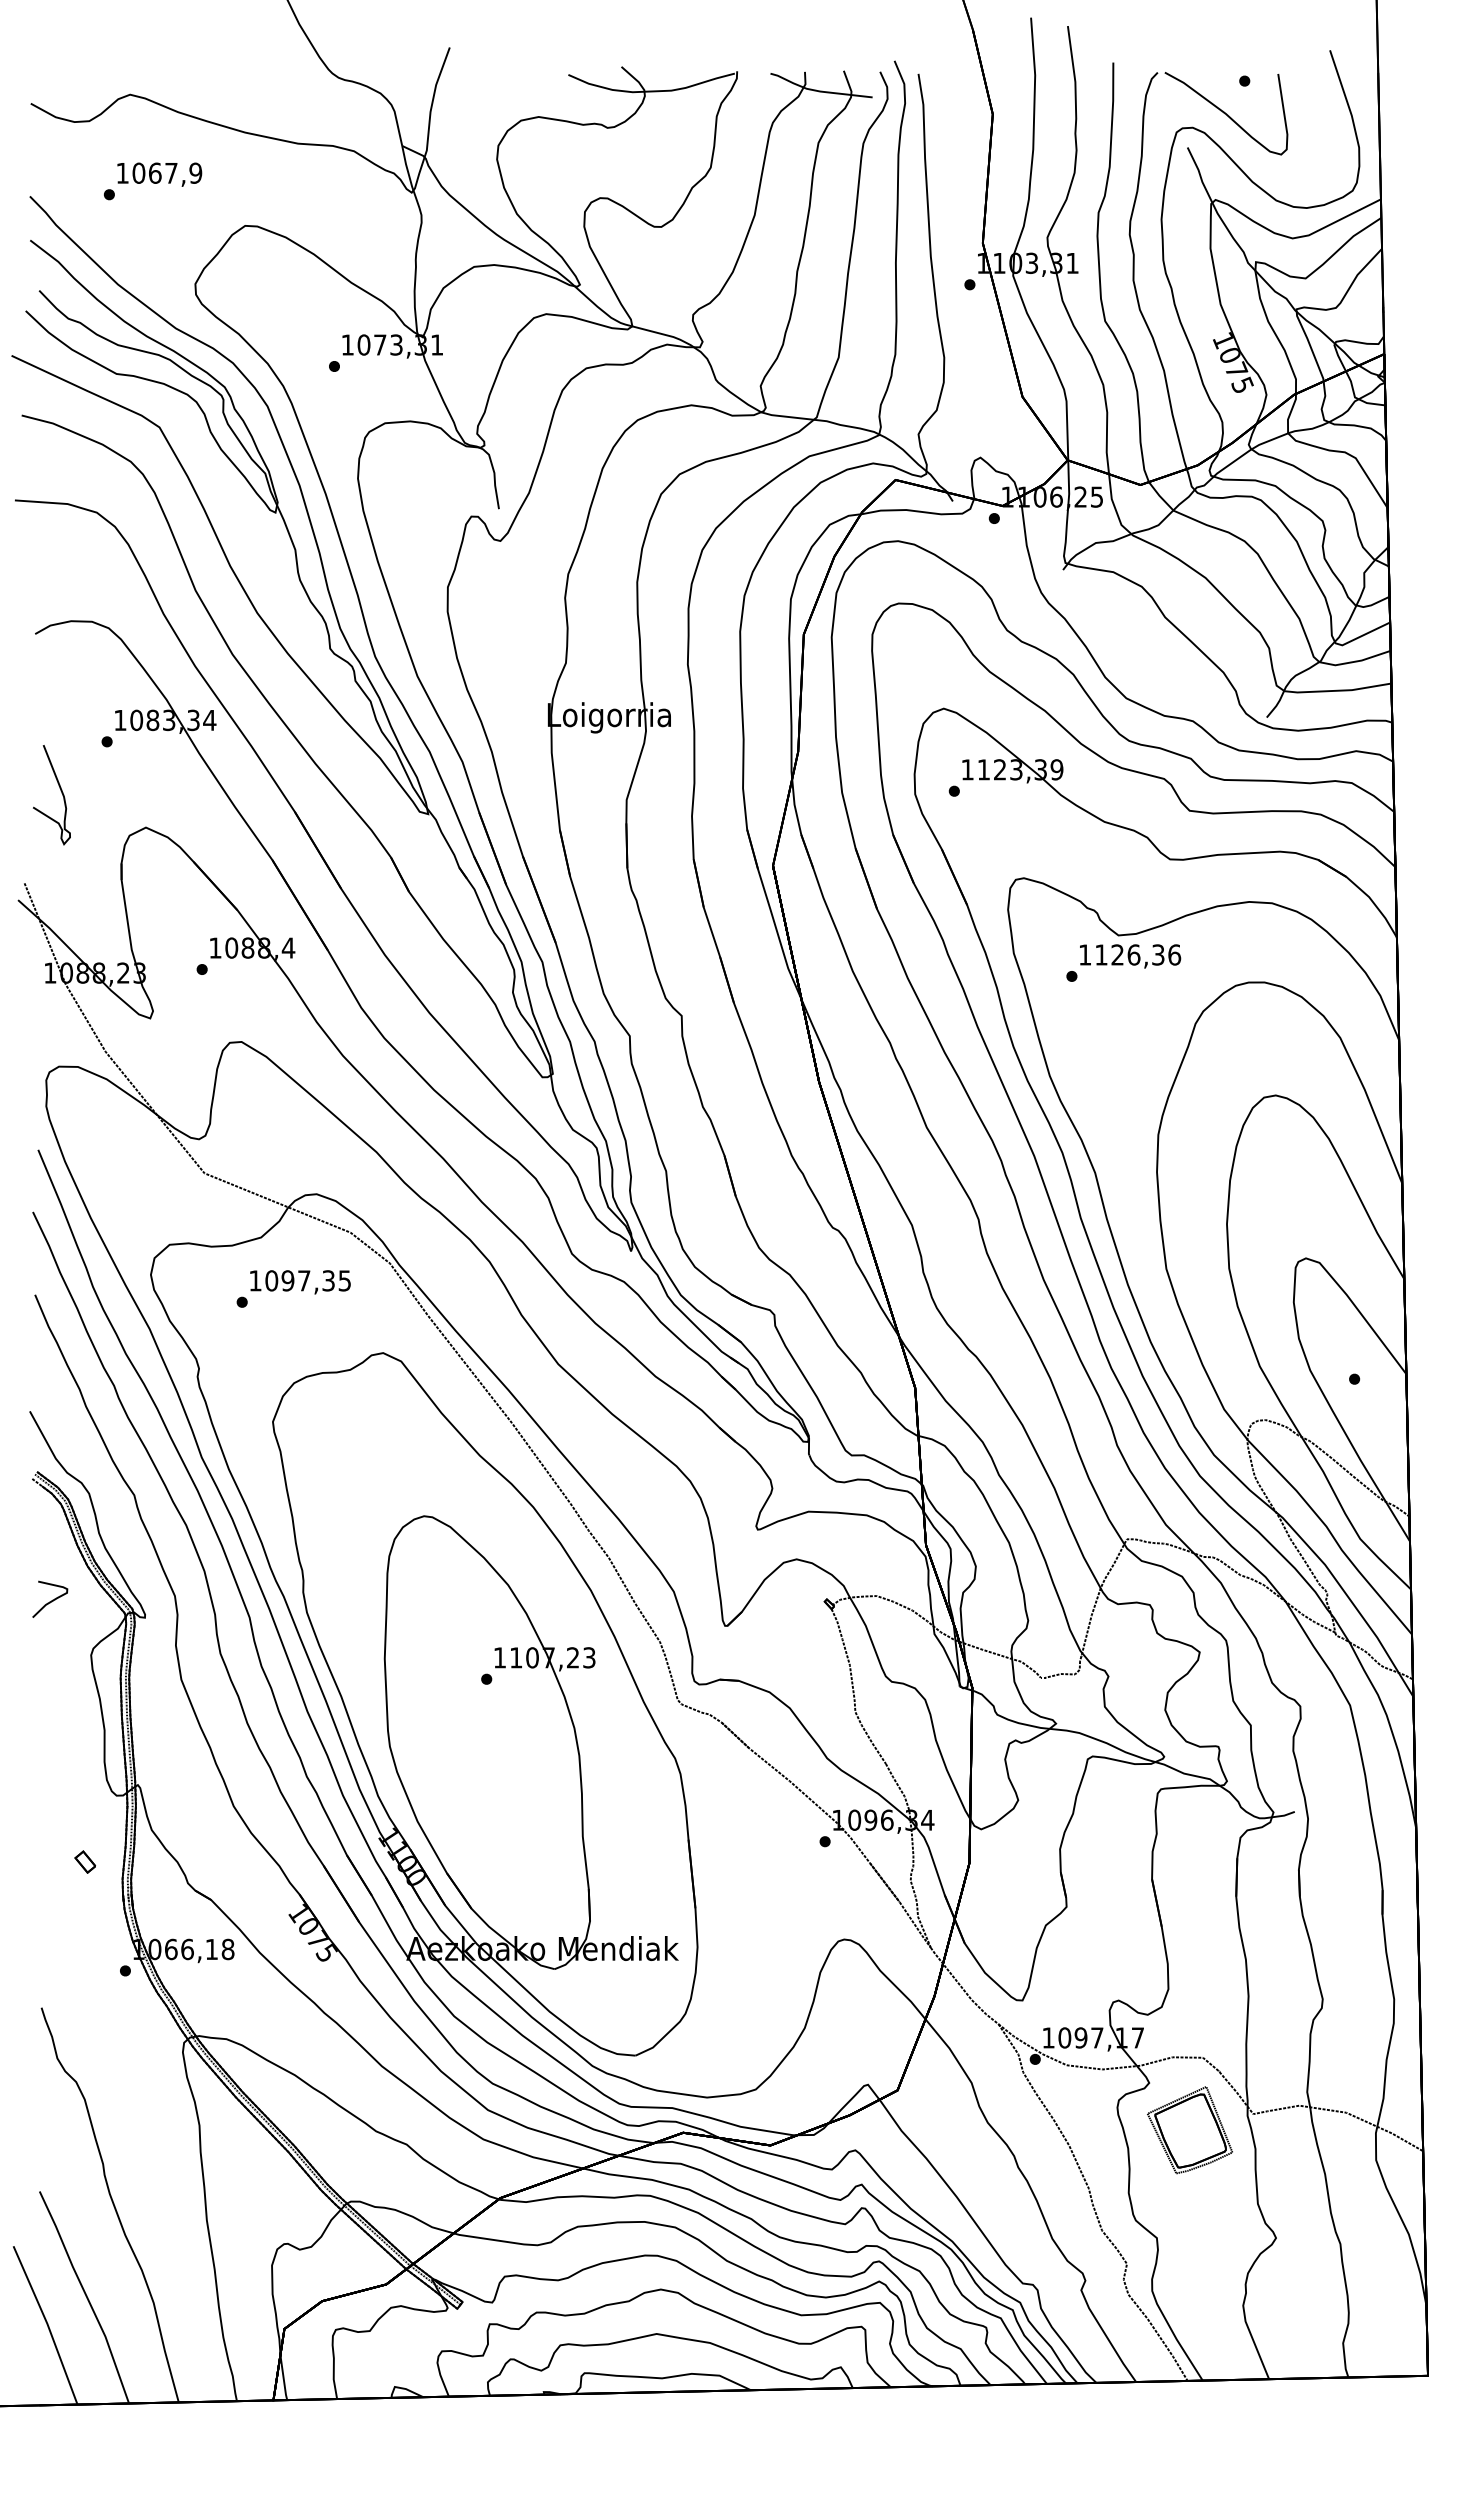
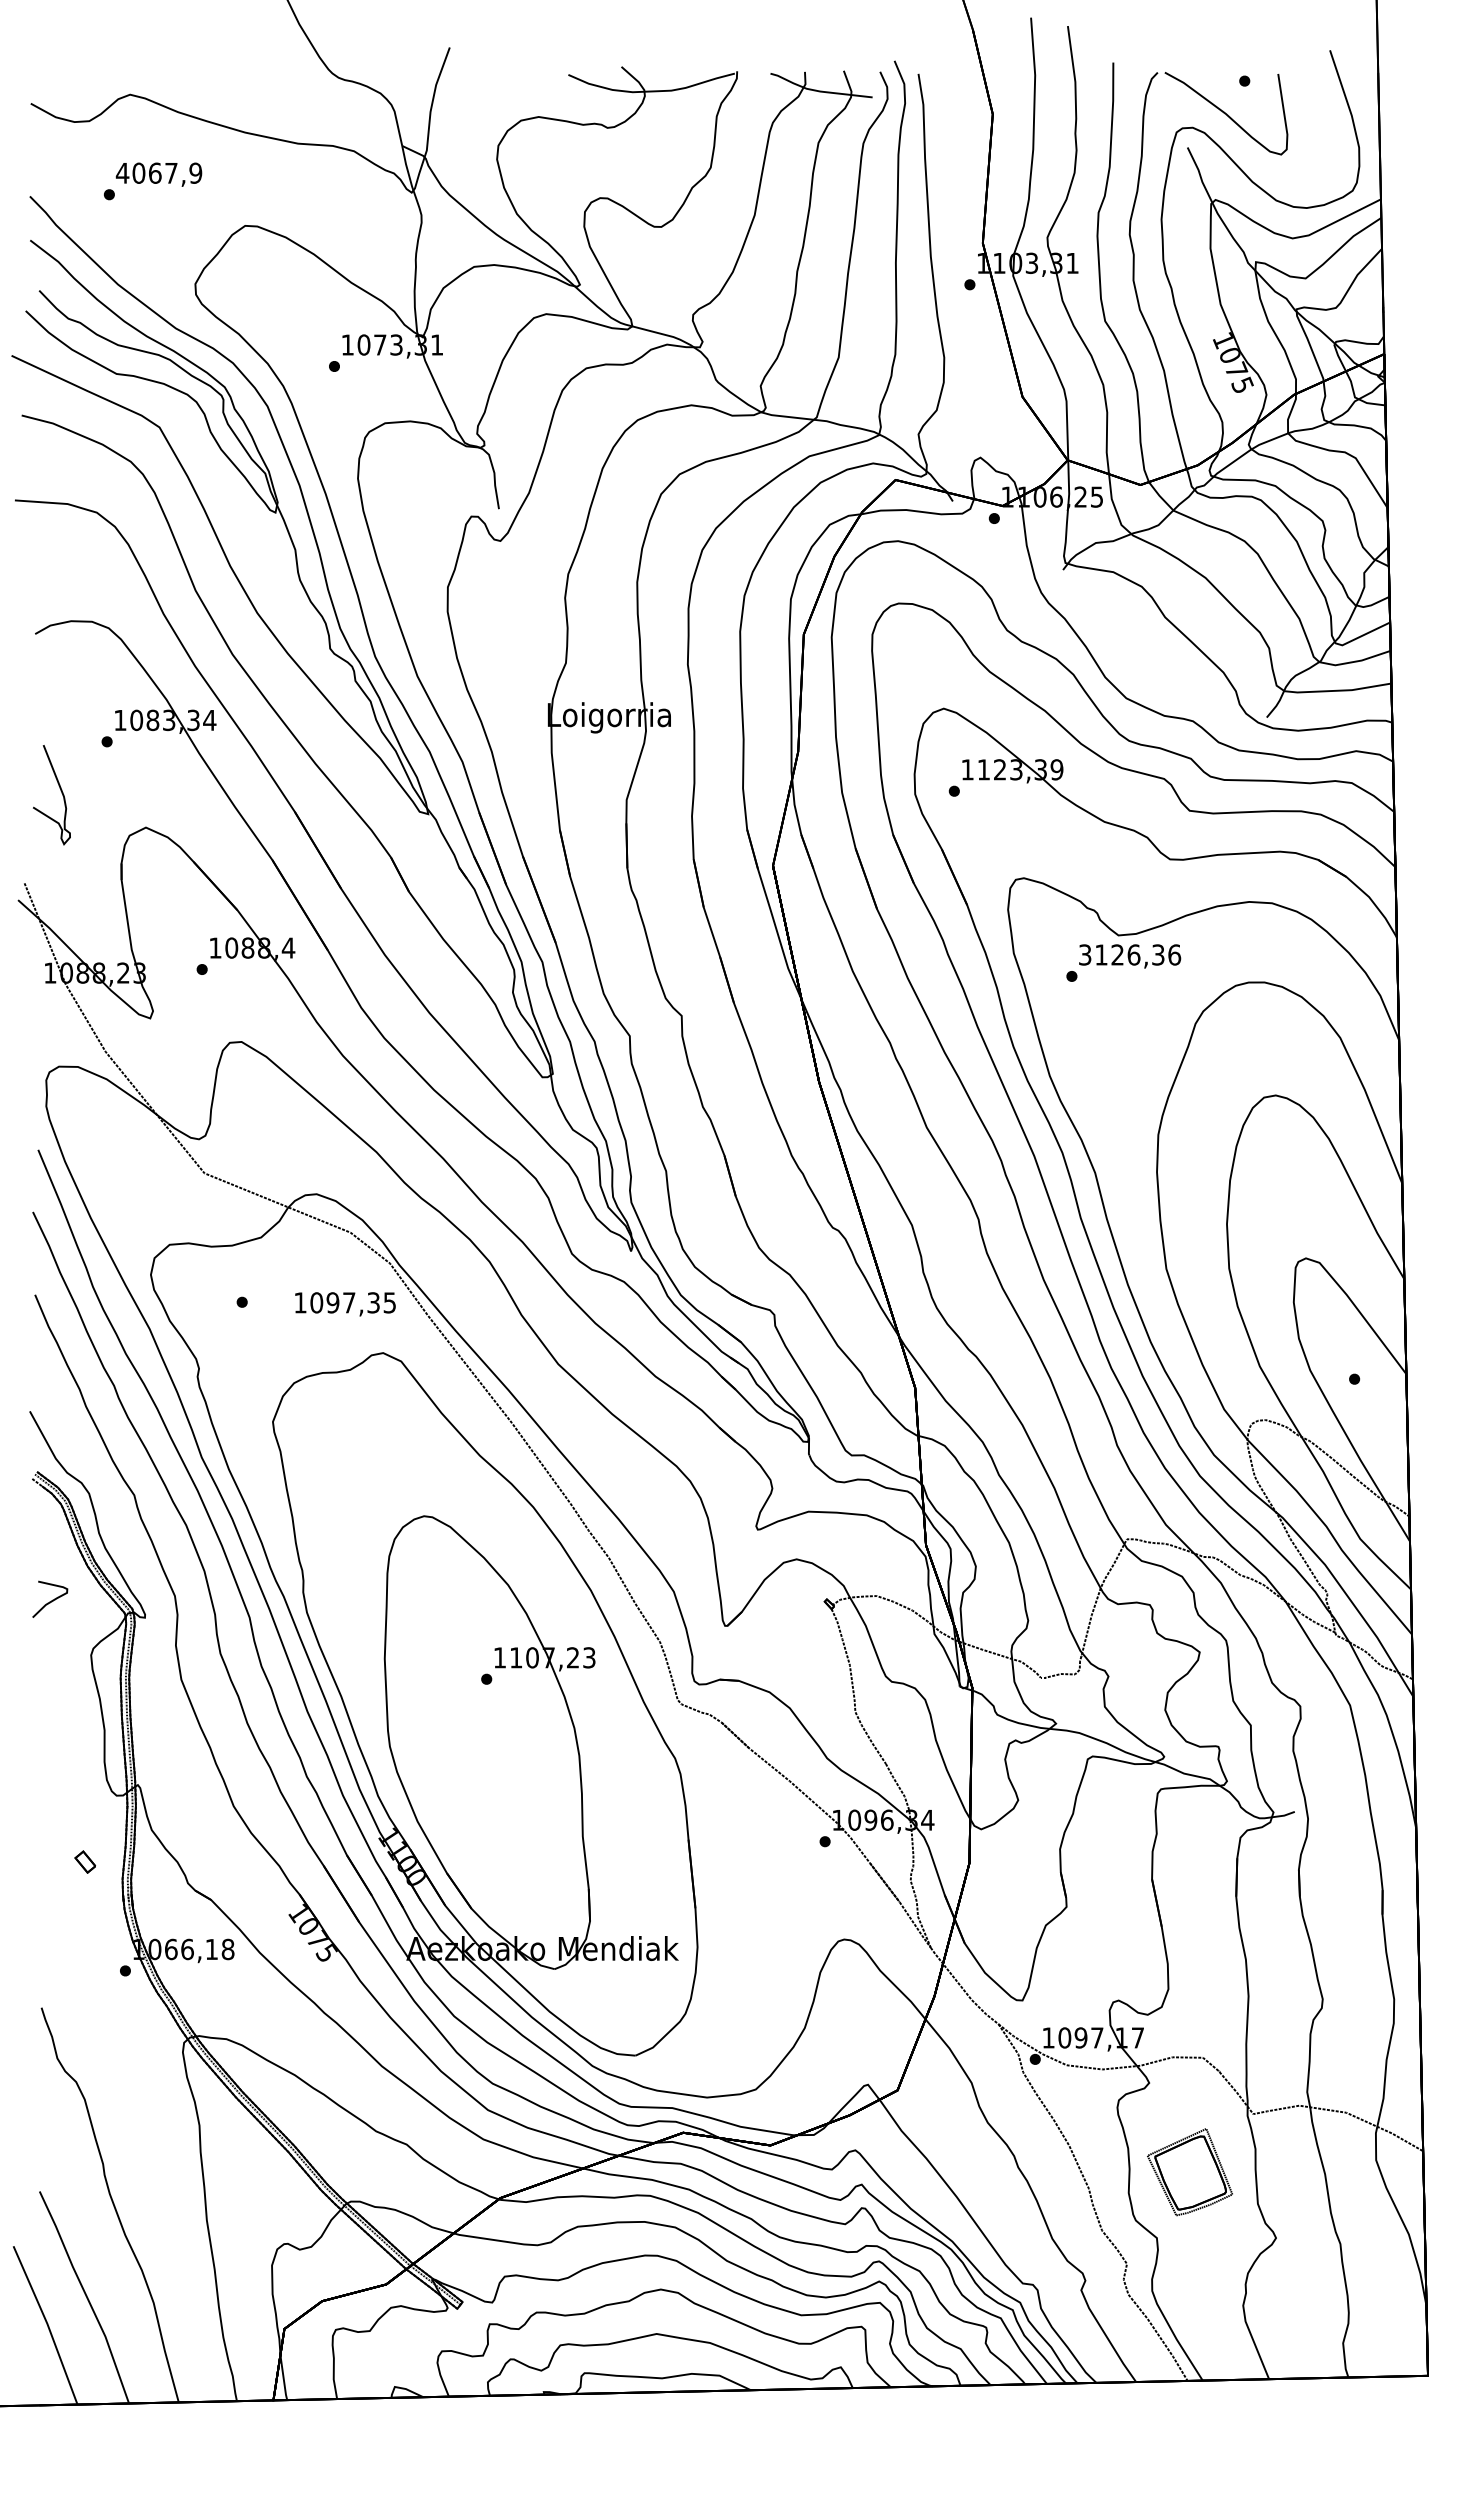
text at (122, 173): 1067,9 -> 4067,9
text at (1085, 954): 1126,36 -> 3126,36
text at (300, 1282) position: (300, 1282) -> (345, 1304)
part at (1189, 2130) position: (1189, 2130) -> (1189, 2172)
